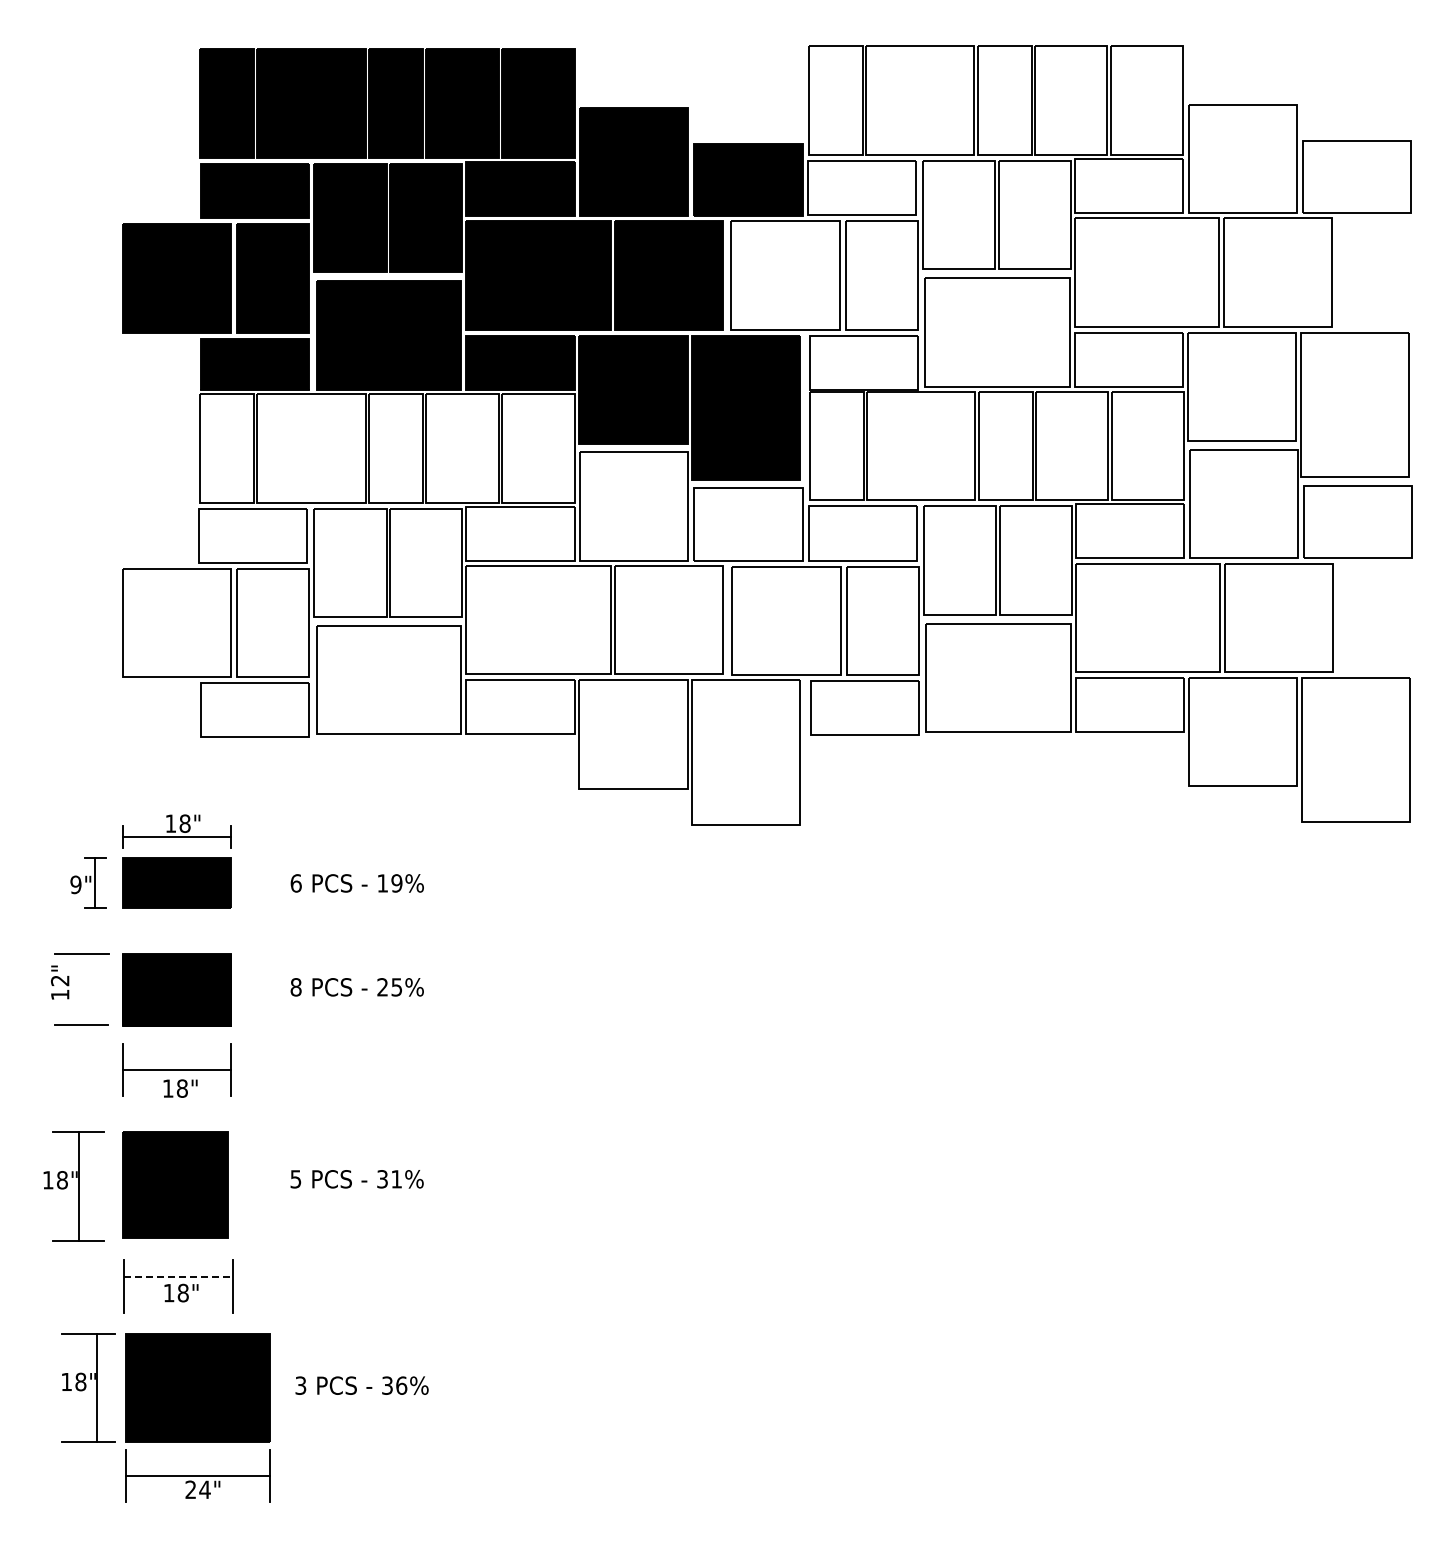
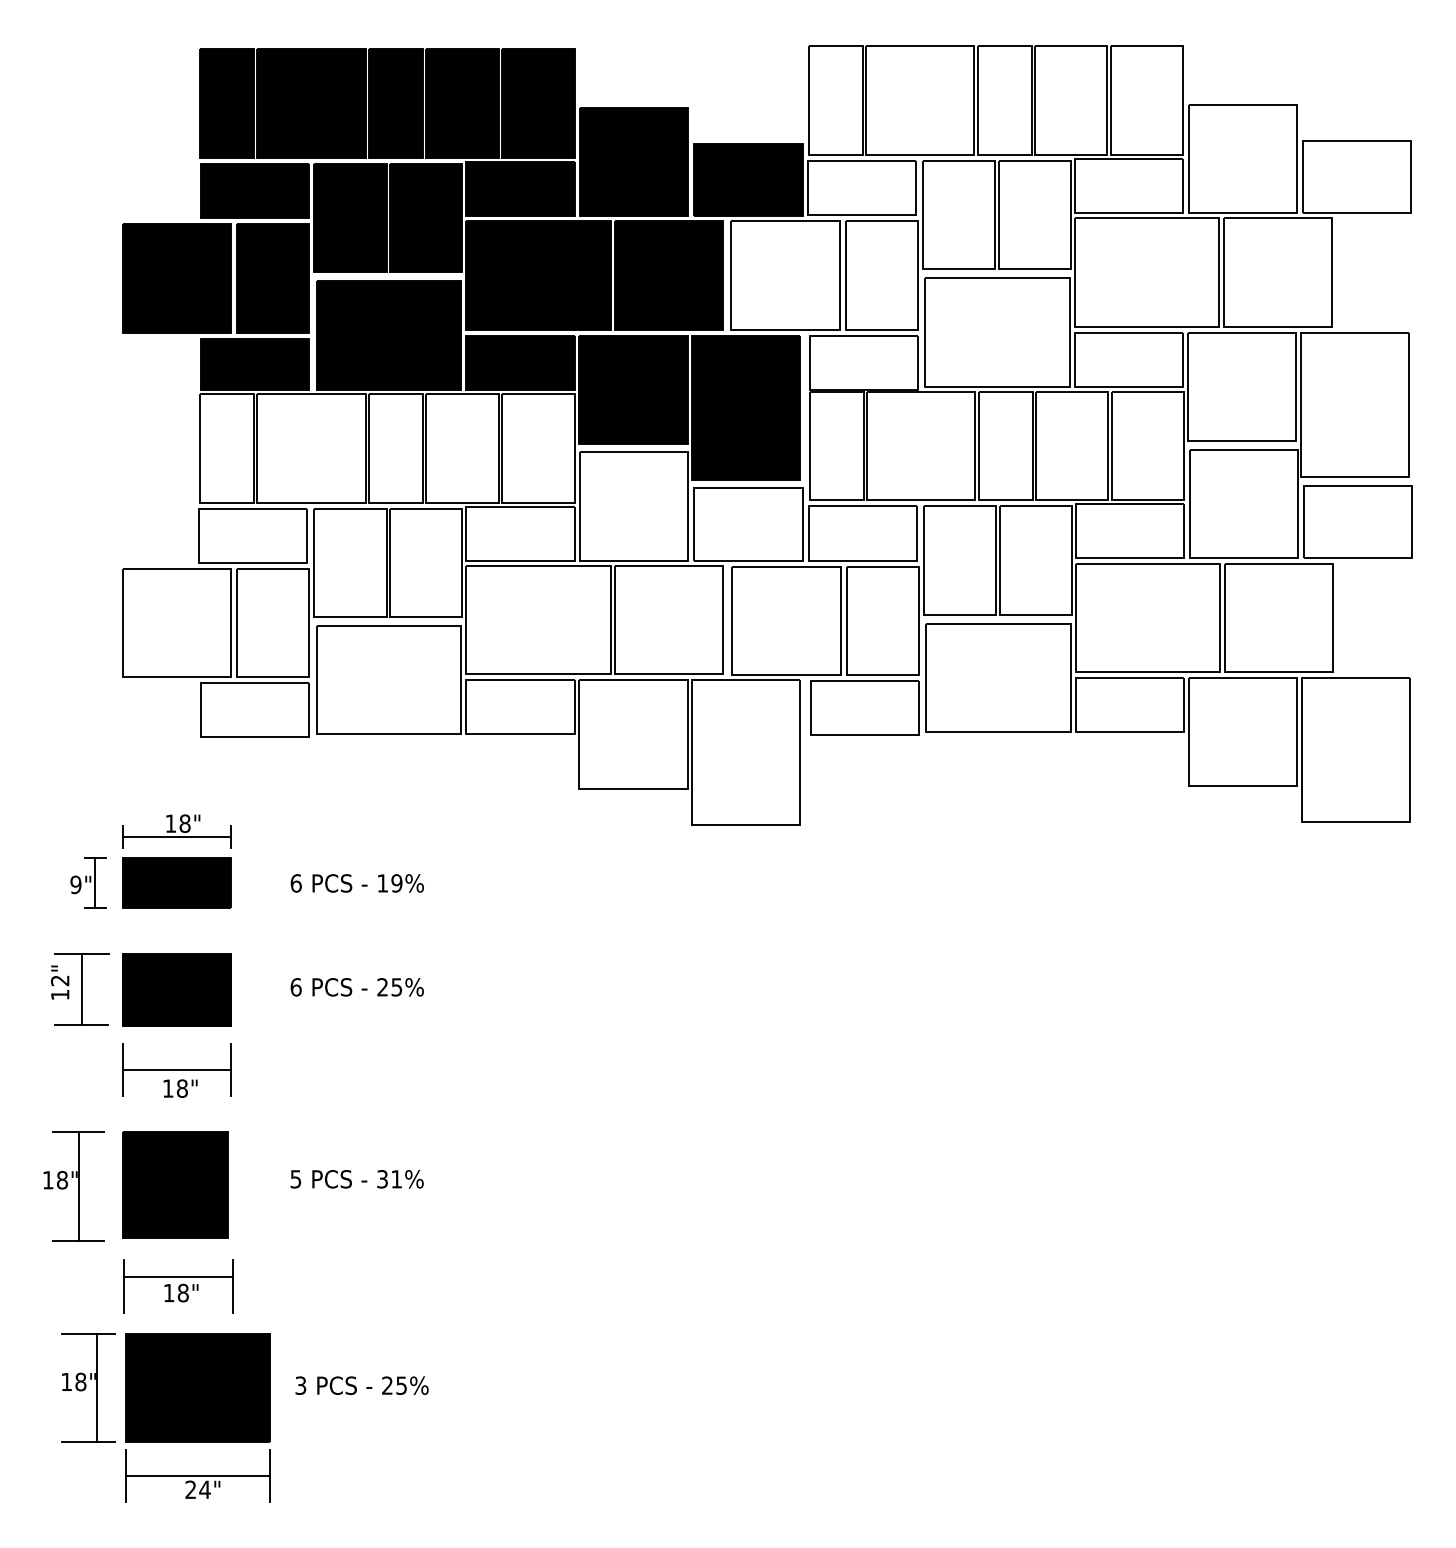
text at (295, 987): 8 -> 6
line at (81, 988): none -> present
line at (178, 1276): dashed -> solid
text at (394, 1385): 36% -> 25%
